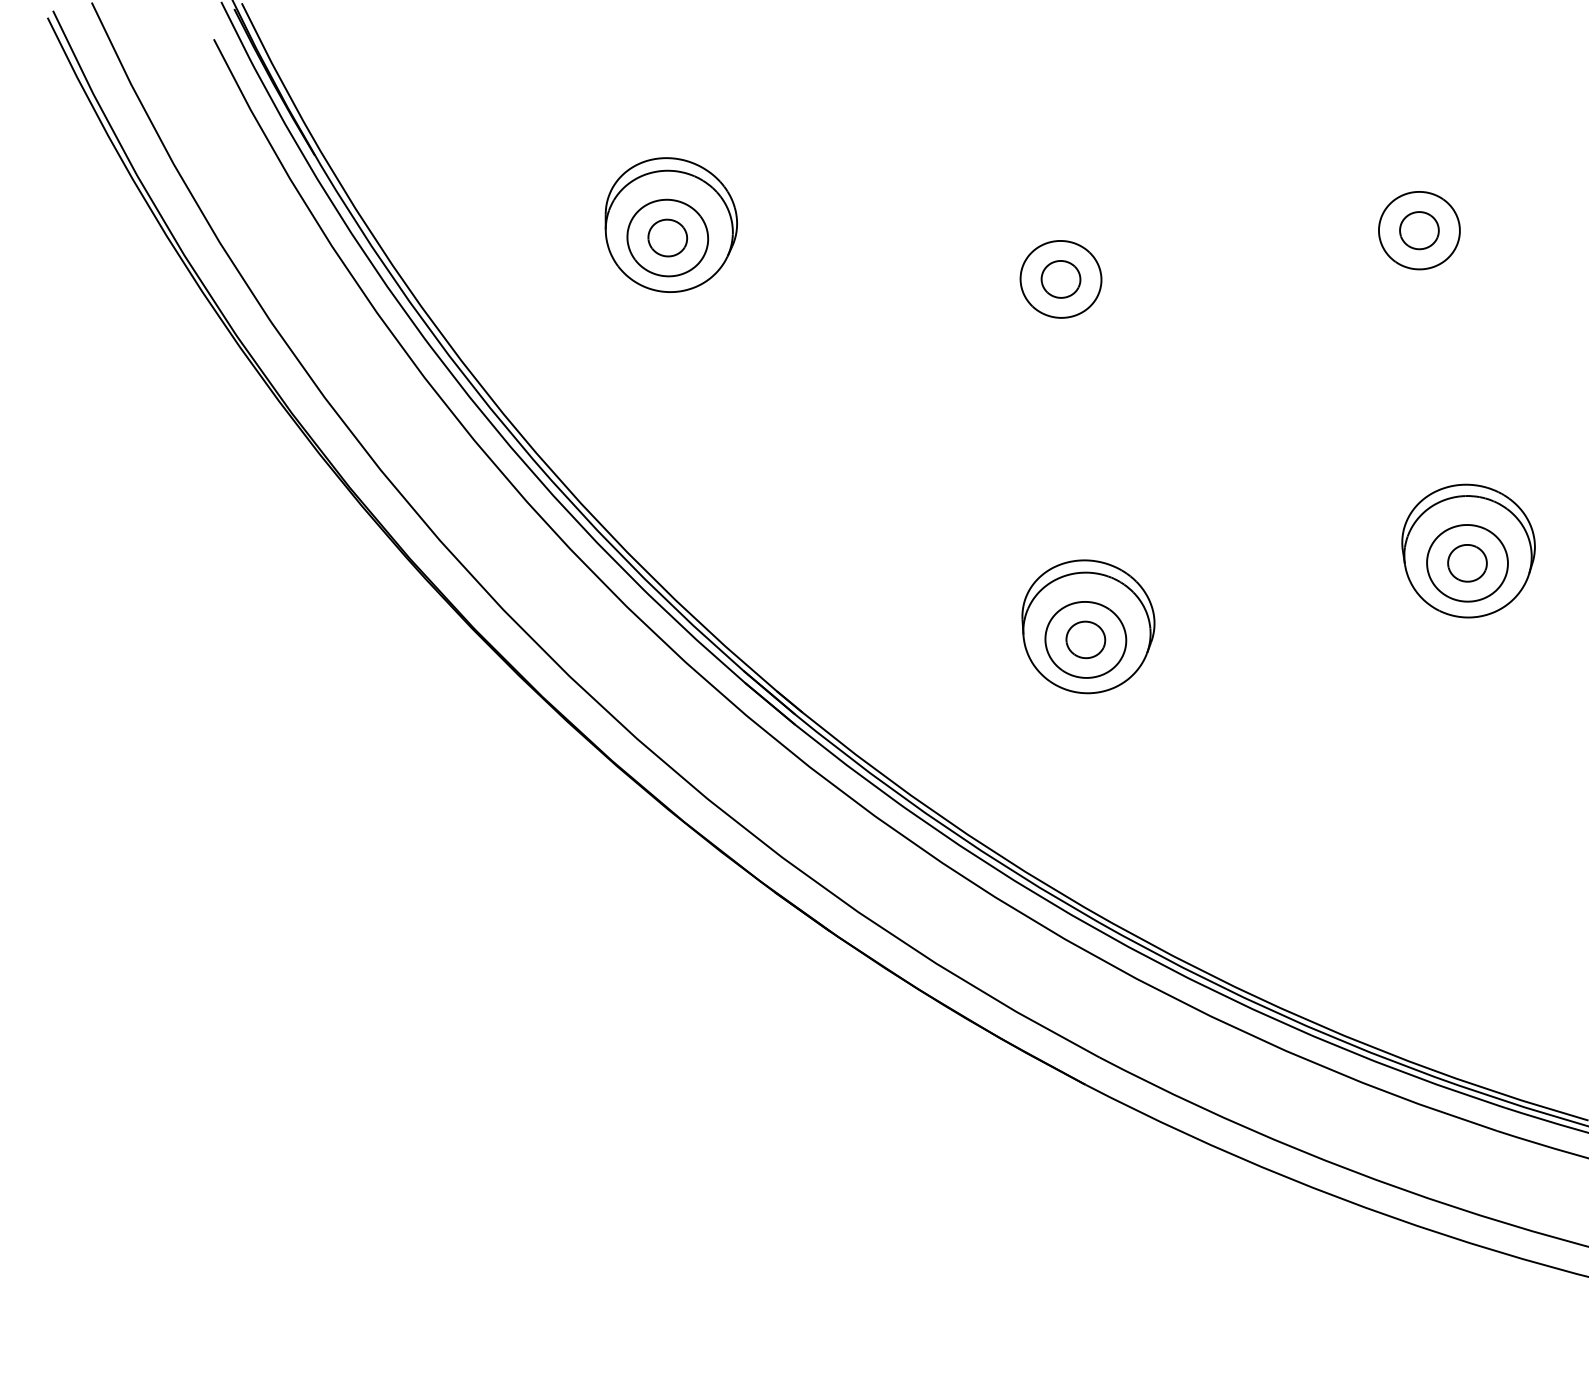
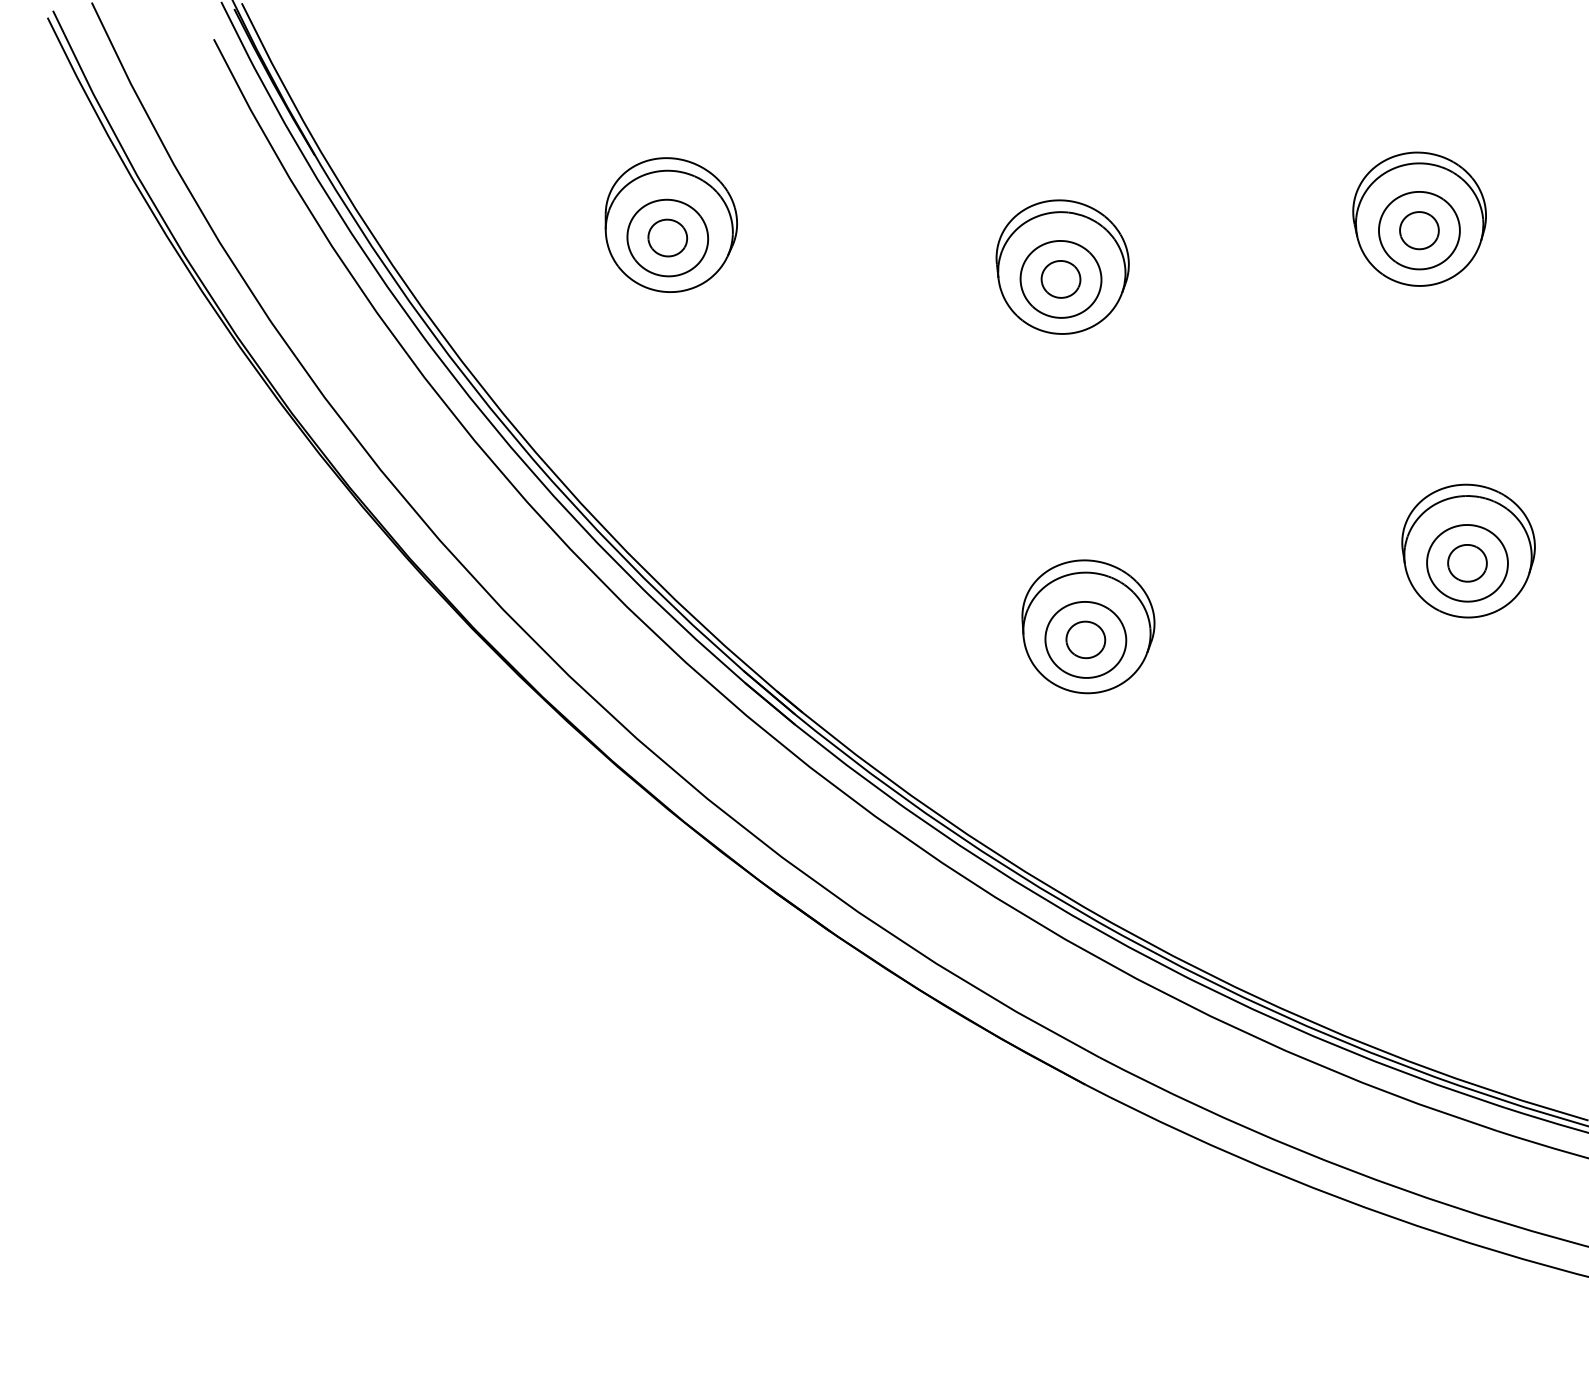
part at (1419, 218): none -> present
part at (1062, 266): none -> present
